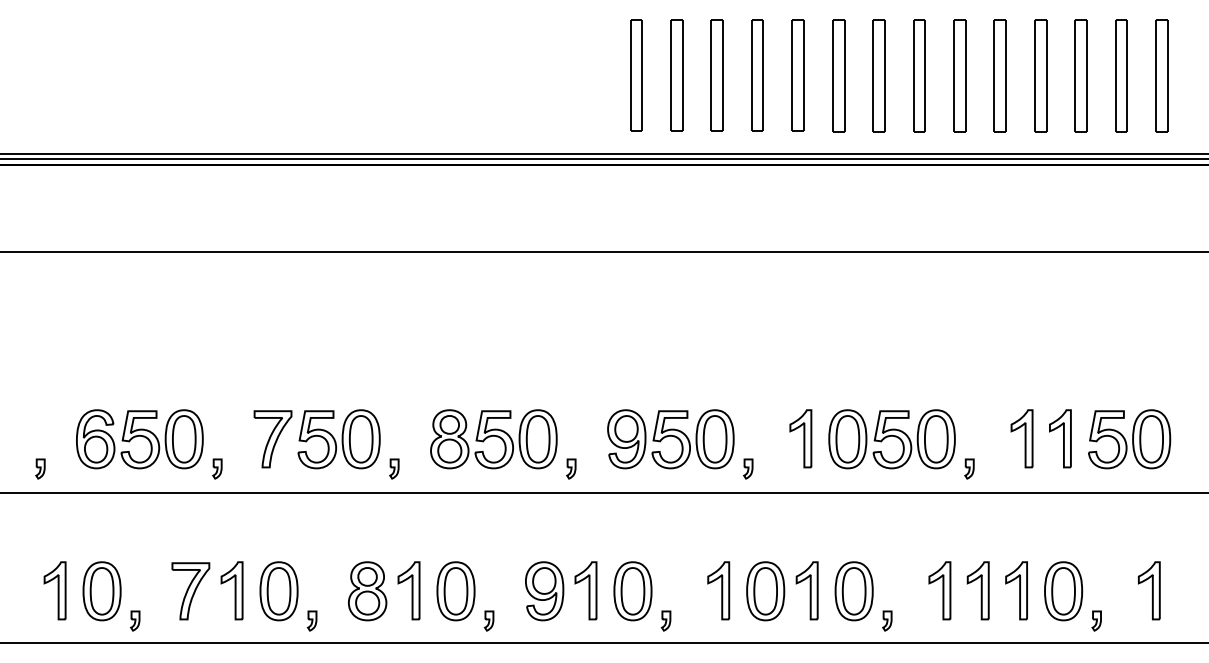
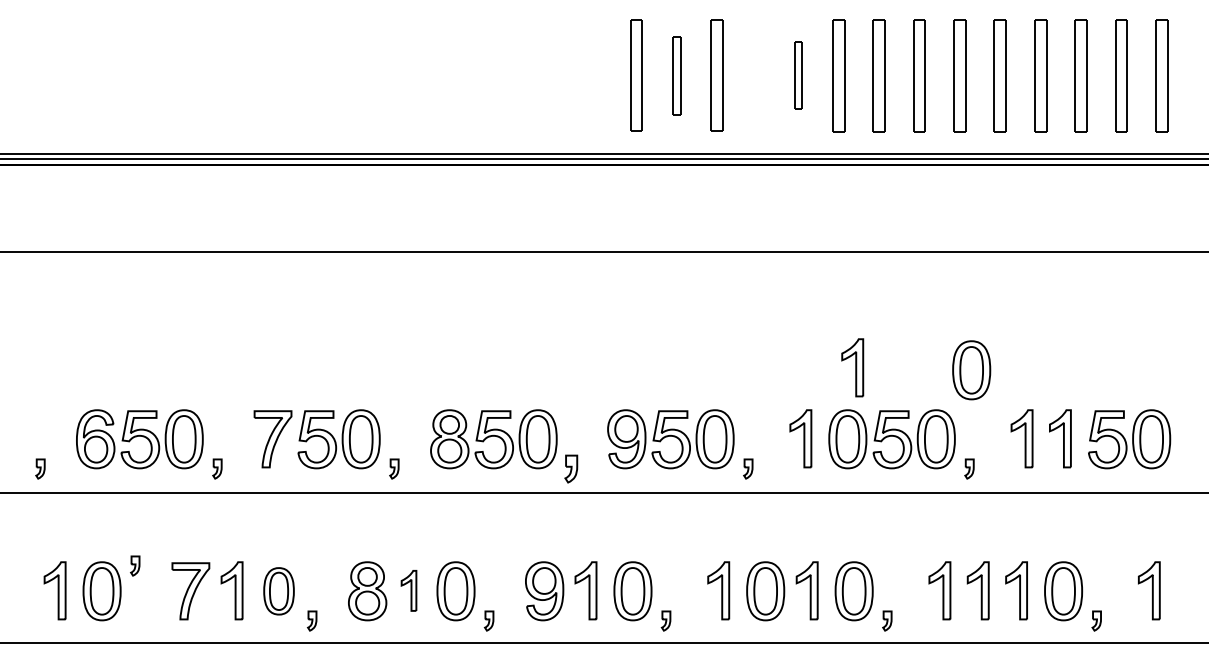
part at (676, 75) size: 14x113 px -> 10x80 px
part at (757, 75): present -> none
part at (797, 75) size: 14x113 px -> 9x69 px
part at (852, 367): none -> present
part at (971, 370): none -> present
part at (571, 468) size: 11x22 px -> 15x30 px
part at (408, 590) size: 24x60 px -> 18x42 px
part at (278, 591) size: 40x61 px -> 32x49 px
part at (135, 620) position: (135, 620) -> (135, 565)
